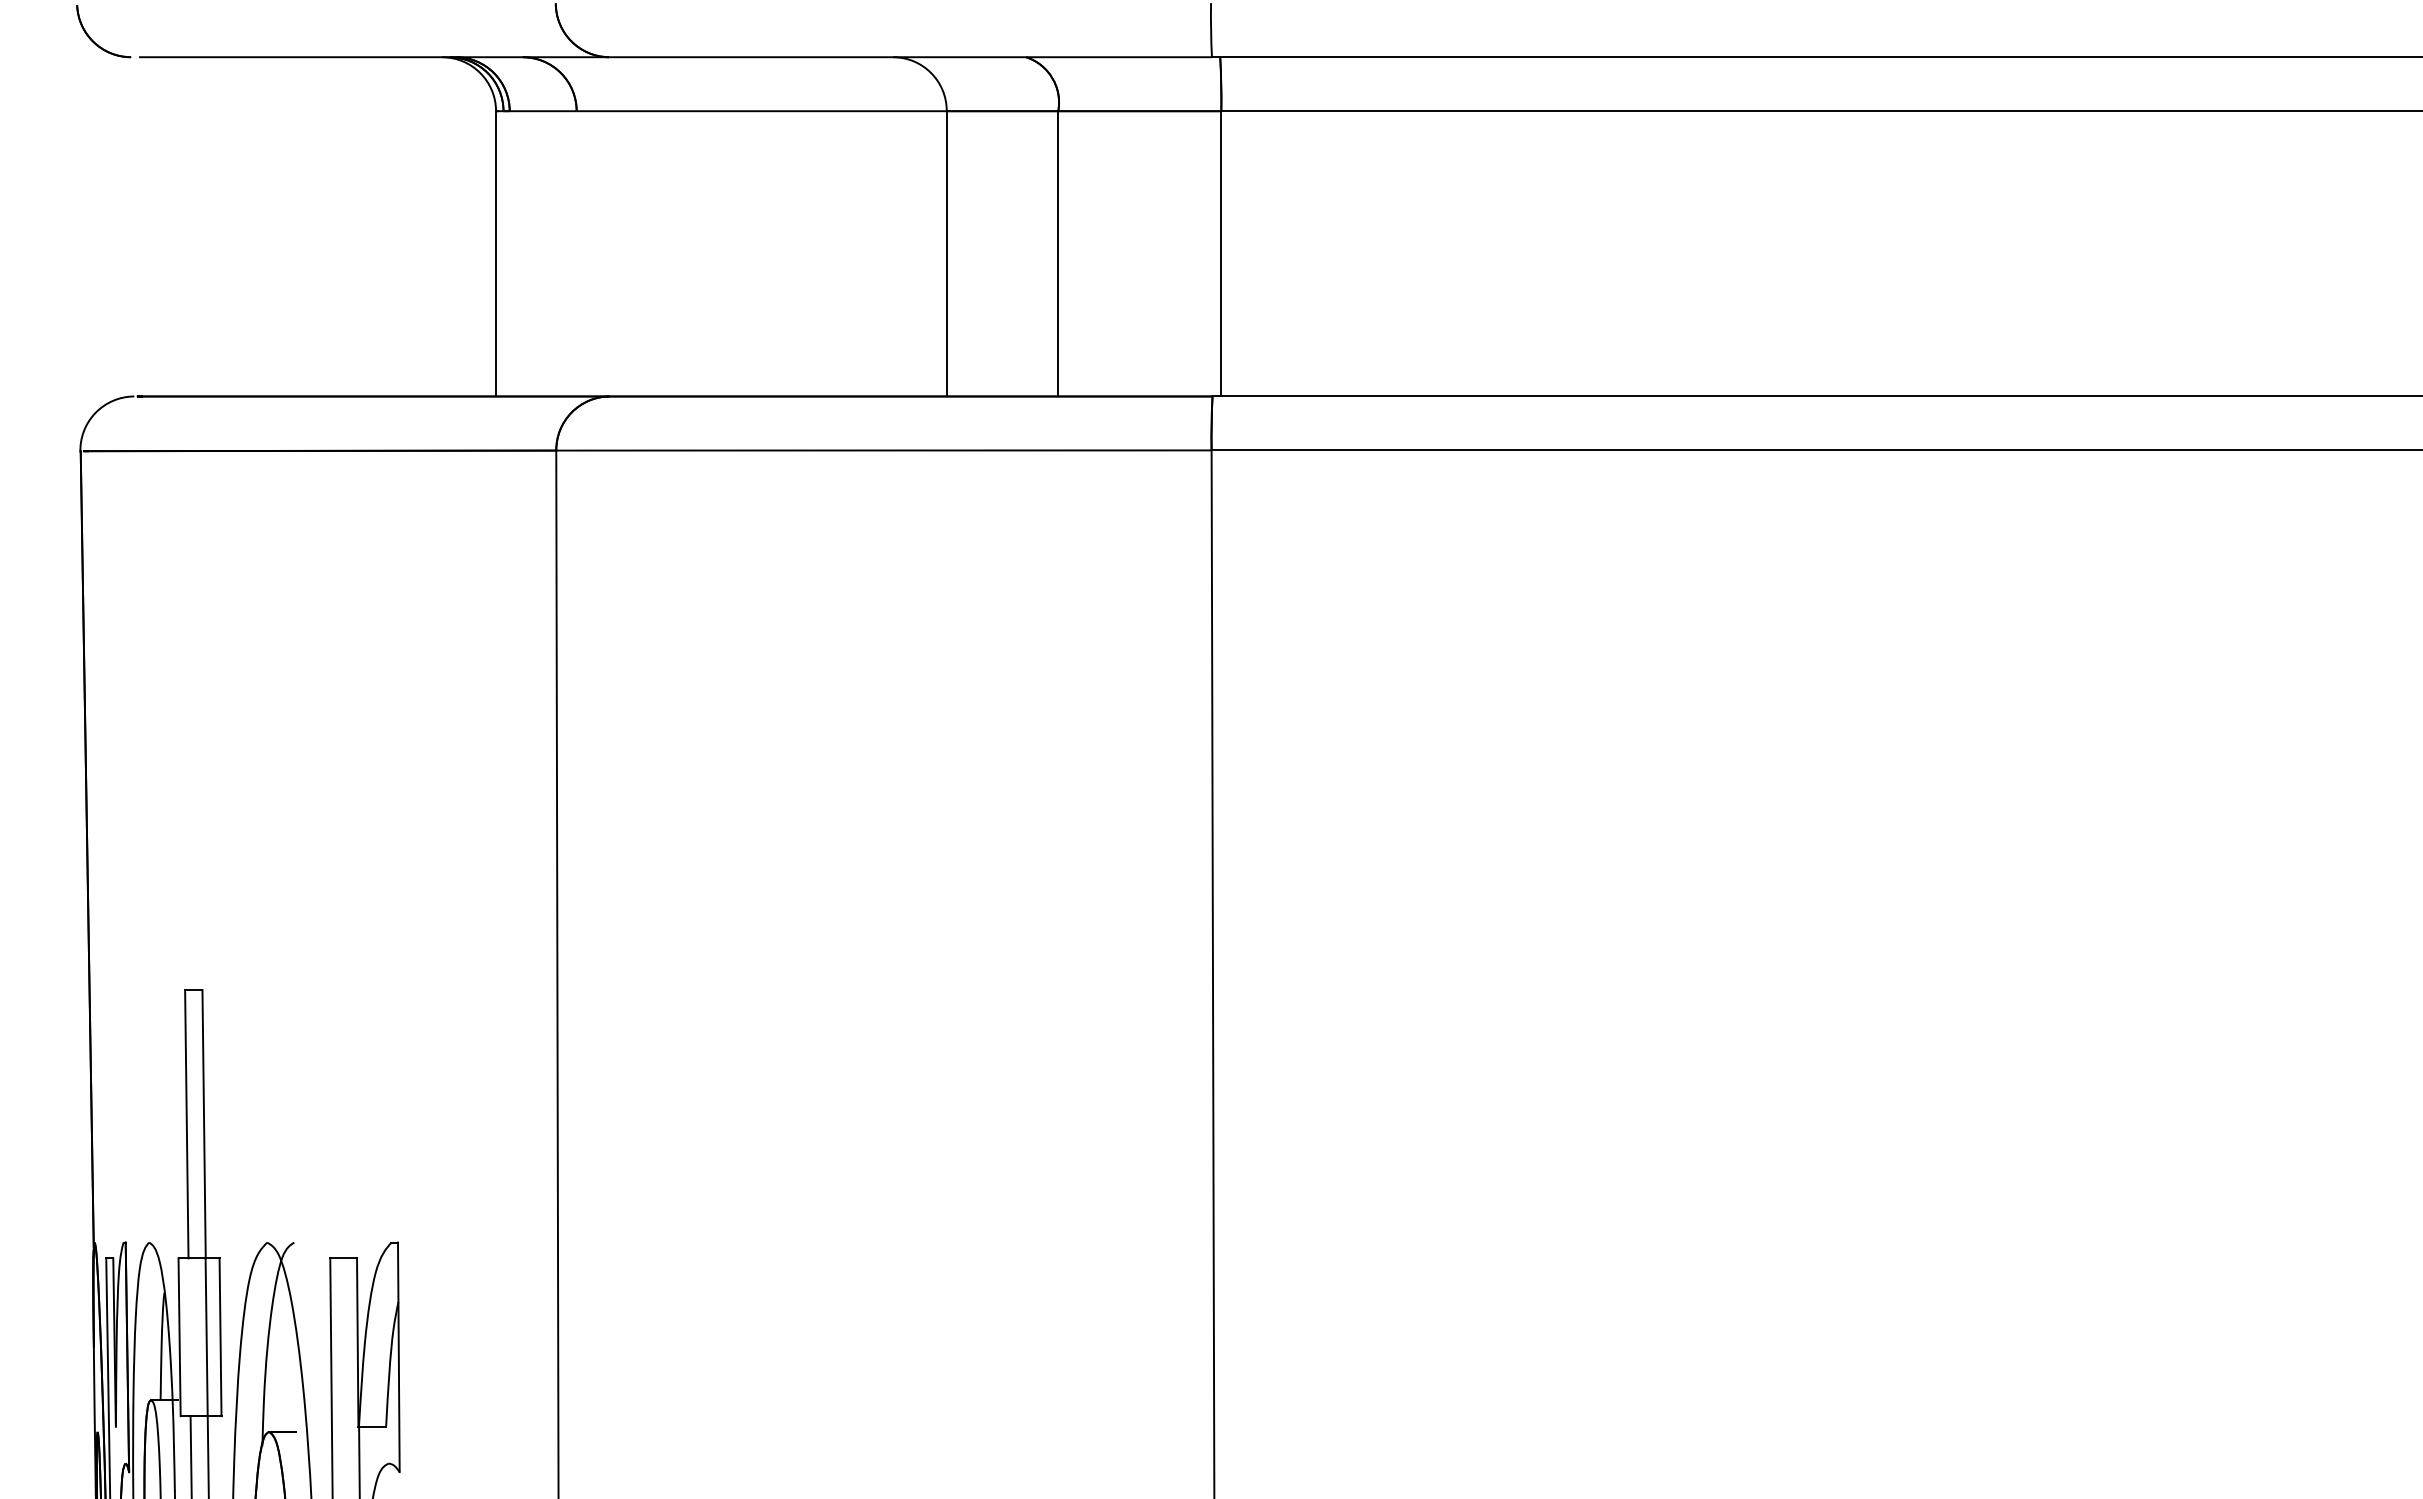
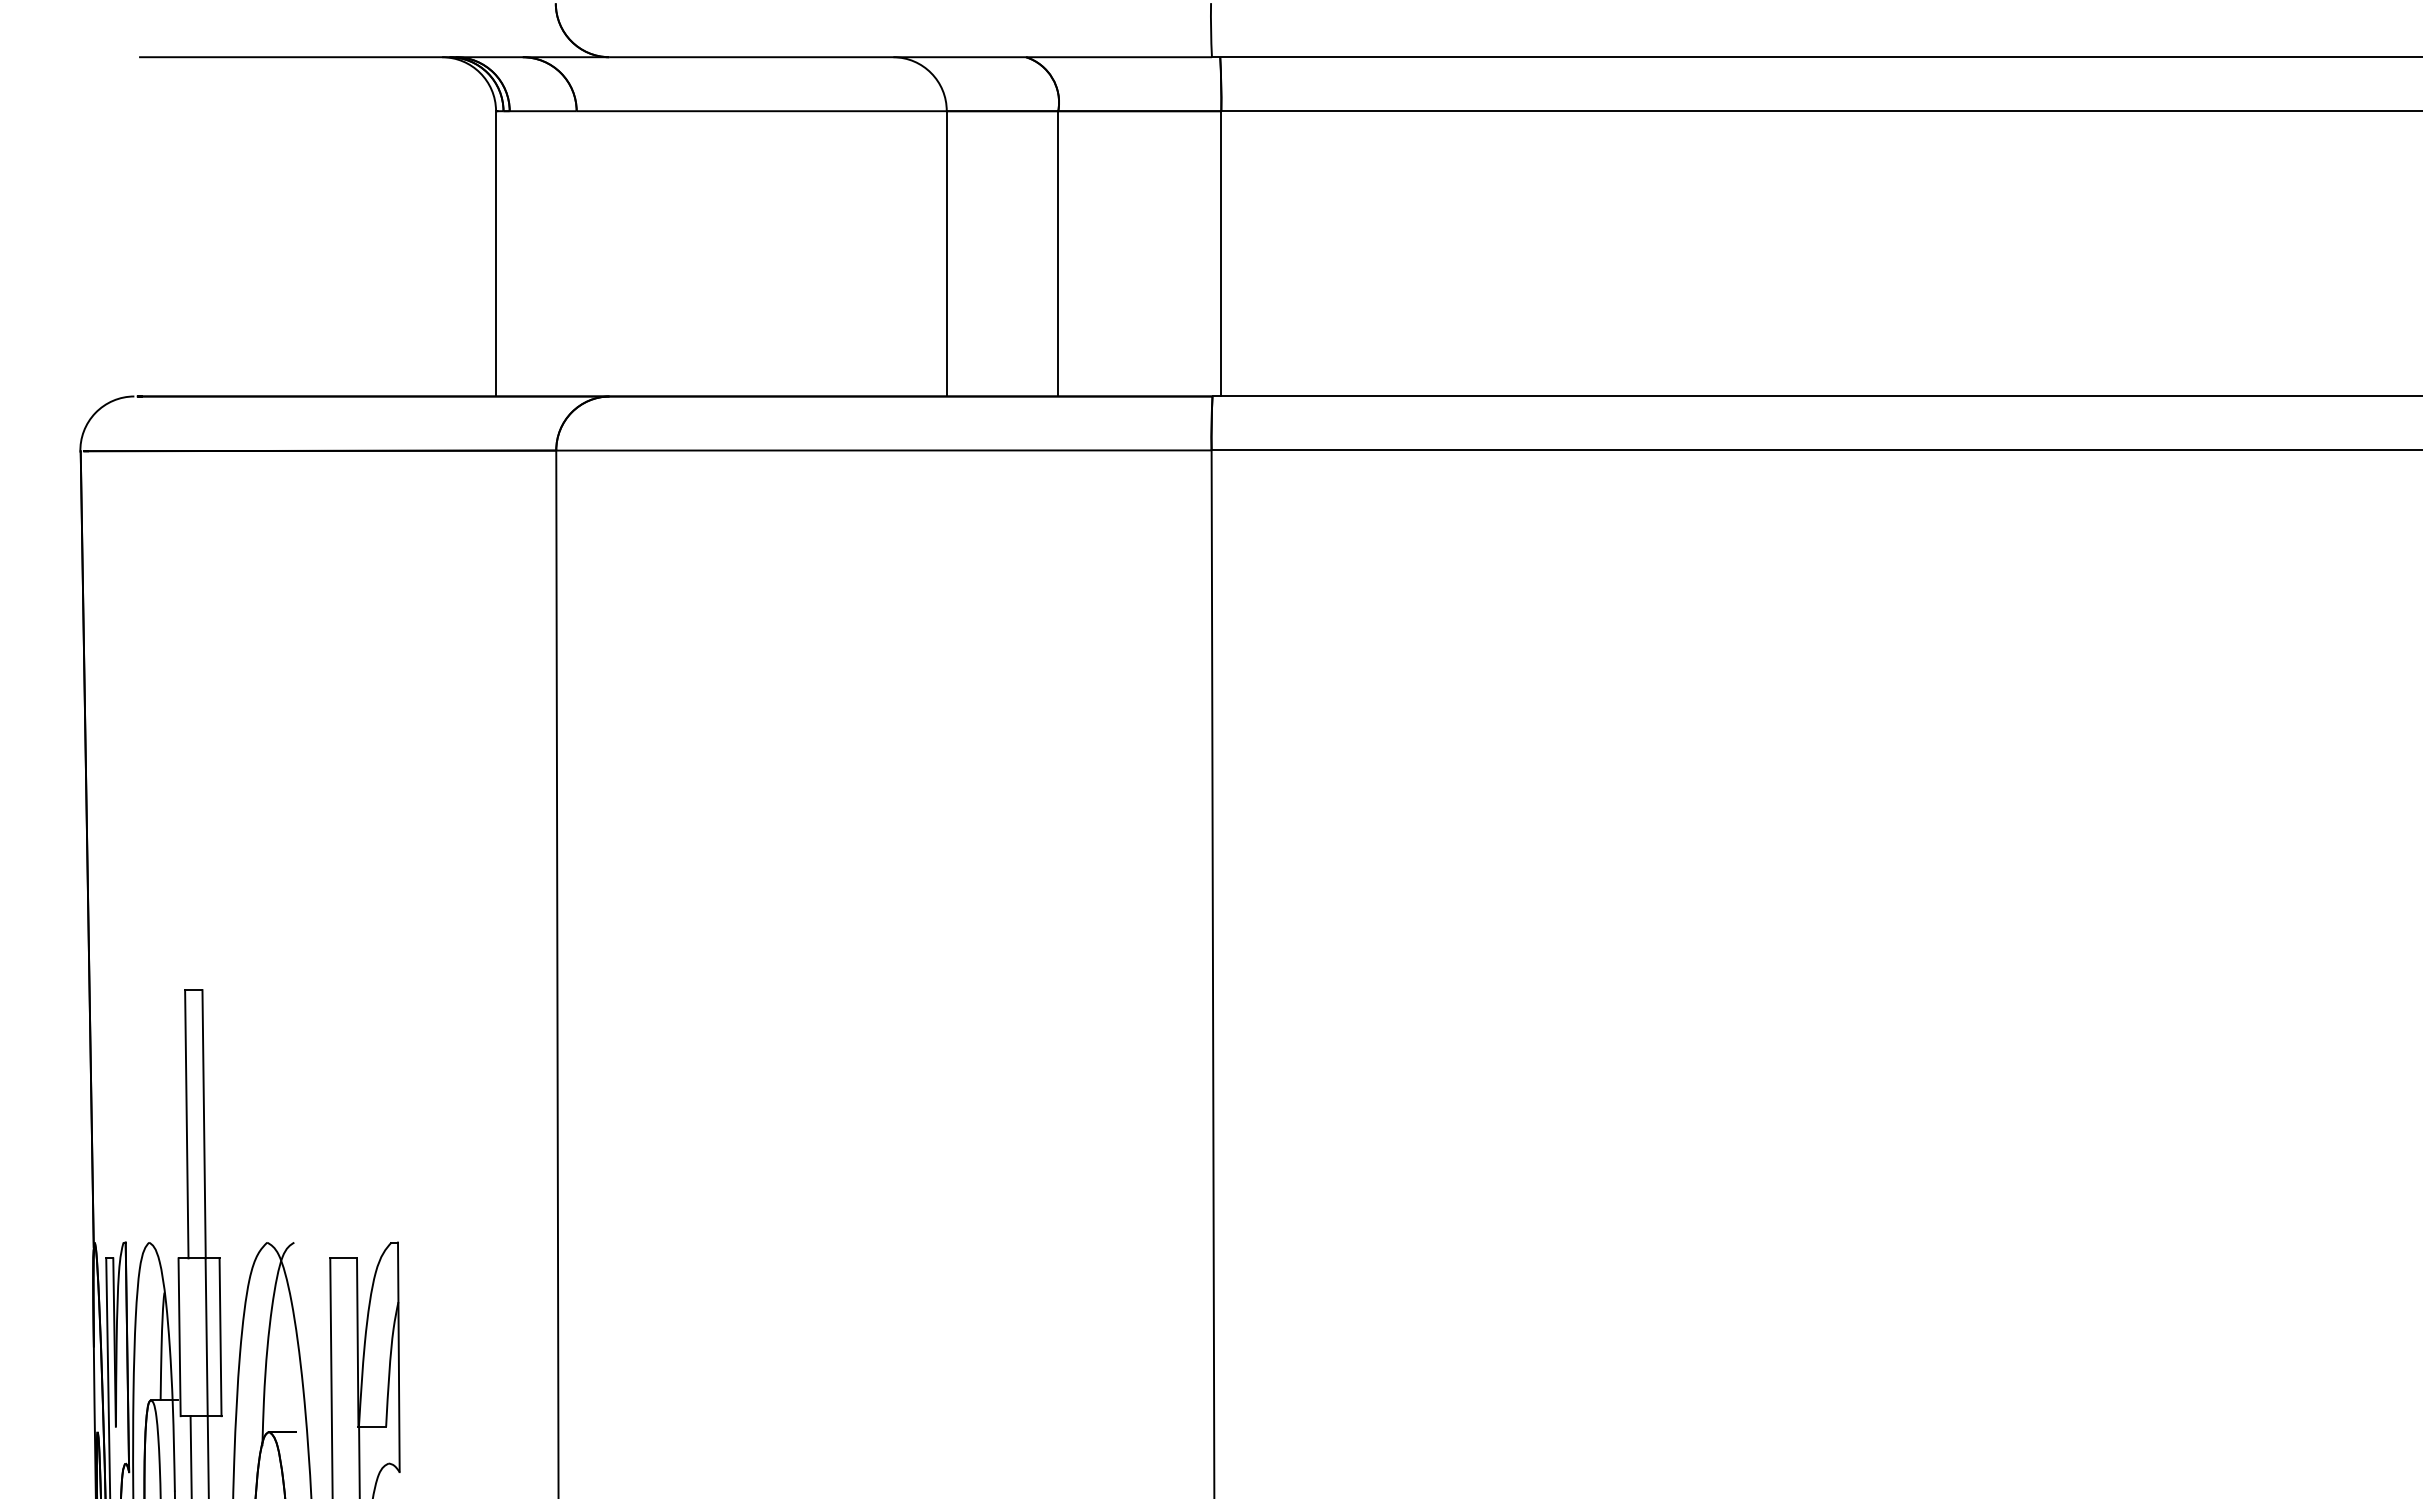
part at (93, 40): present -> none
